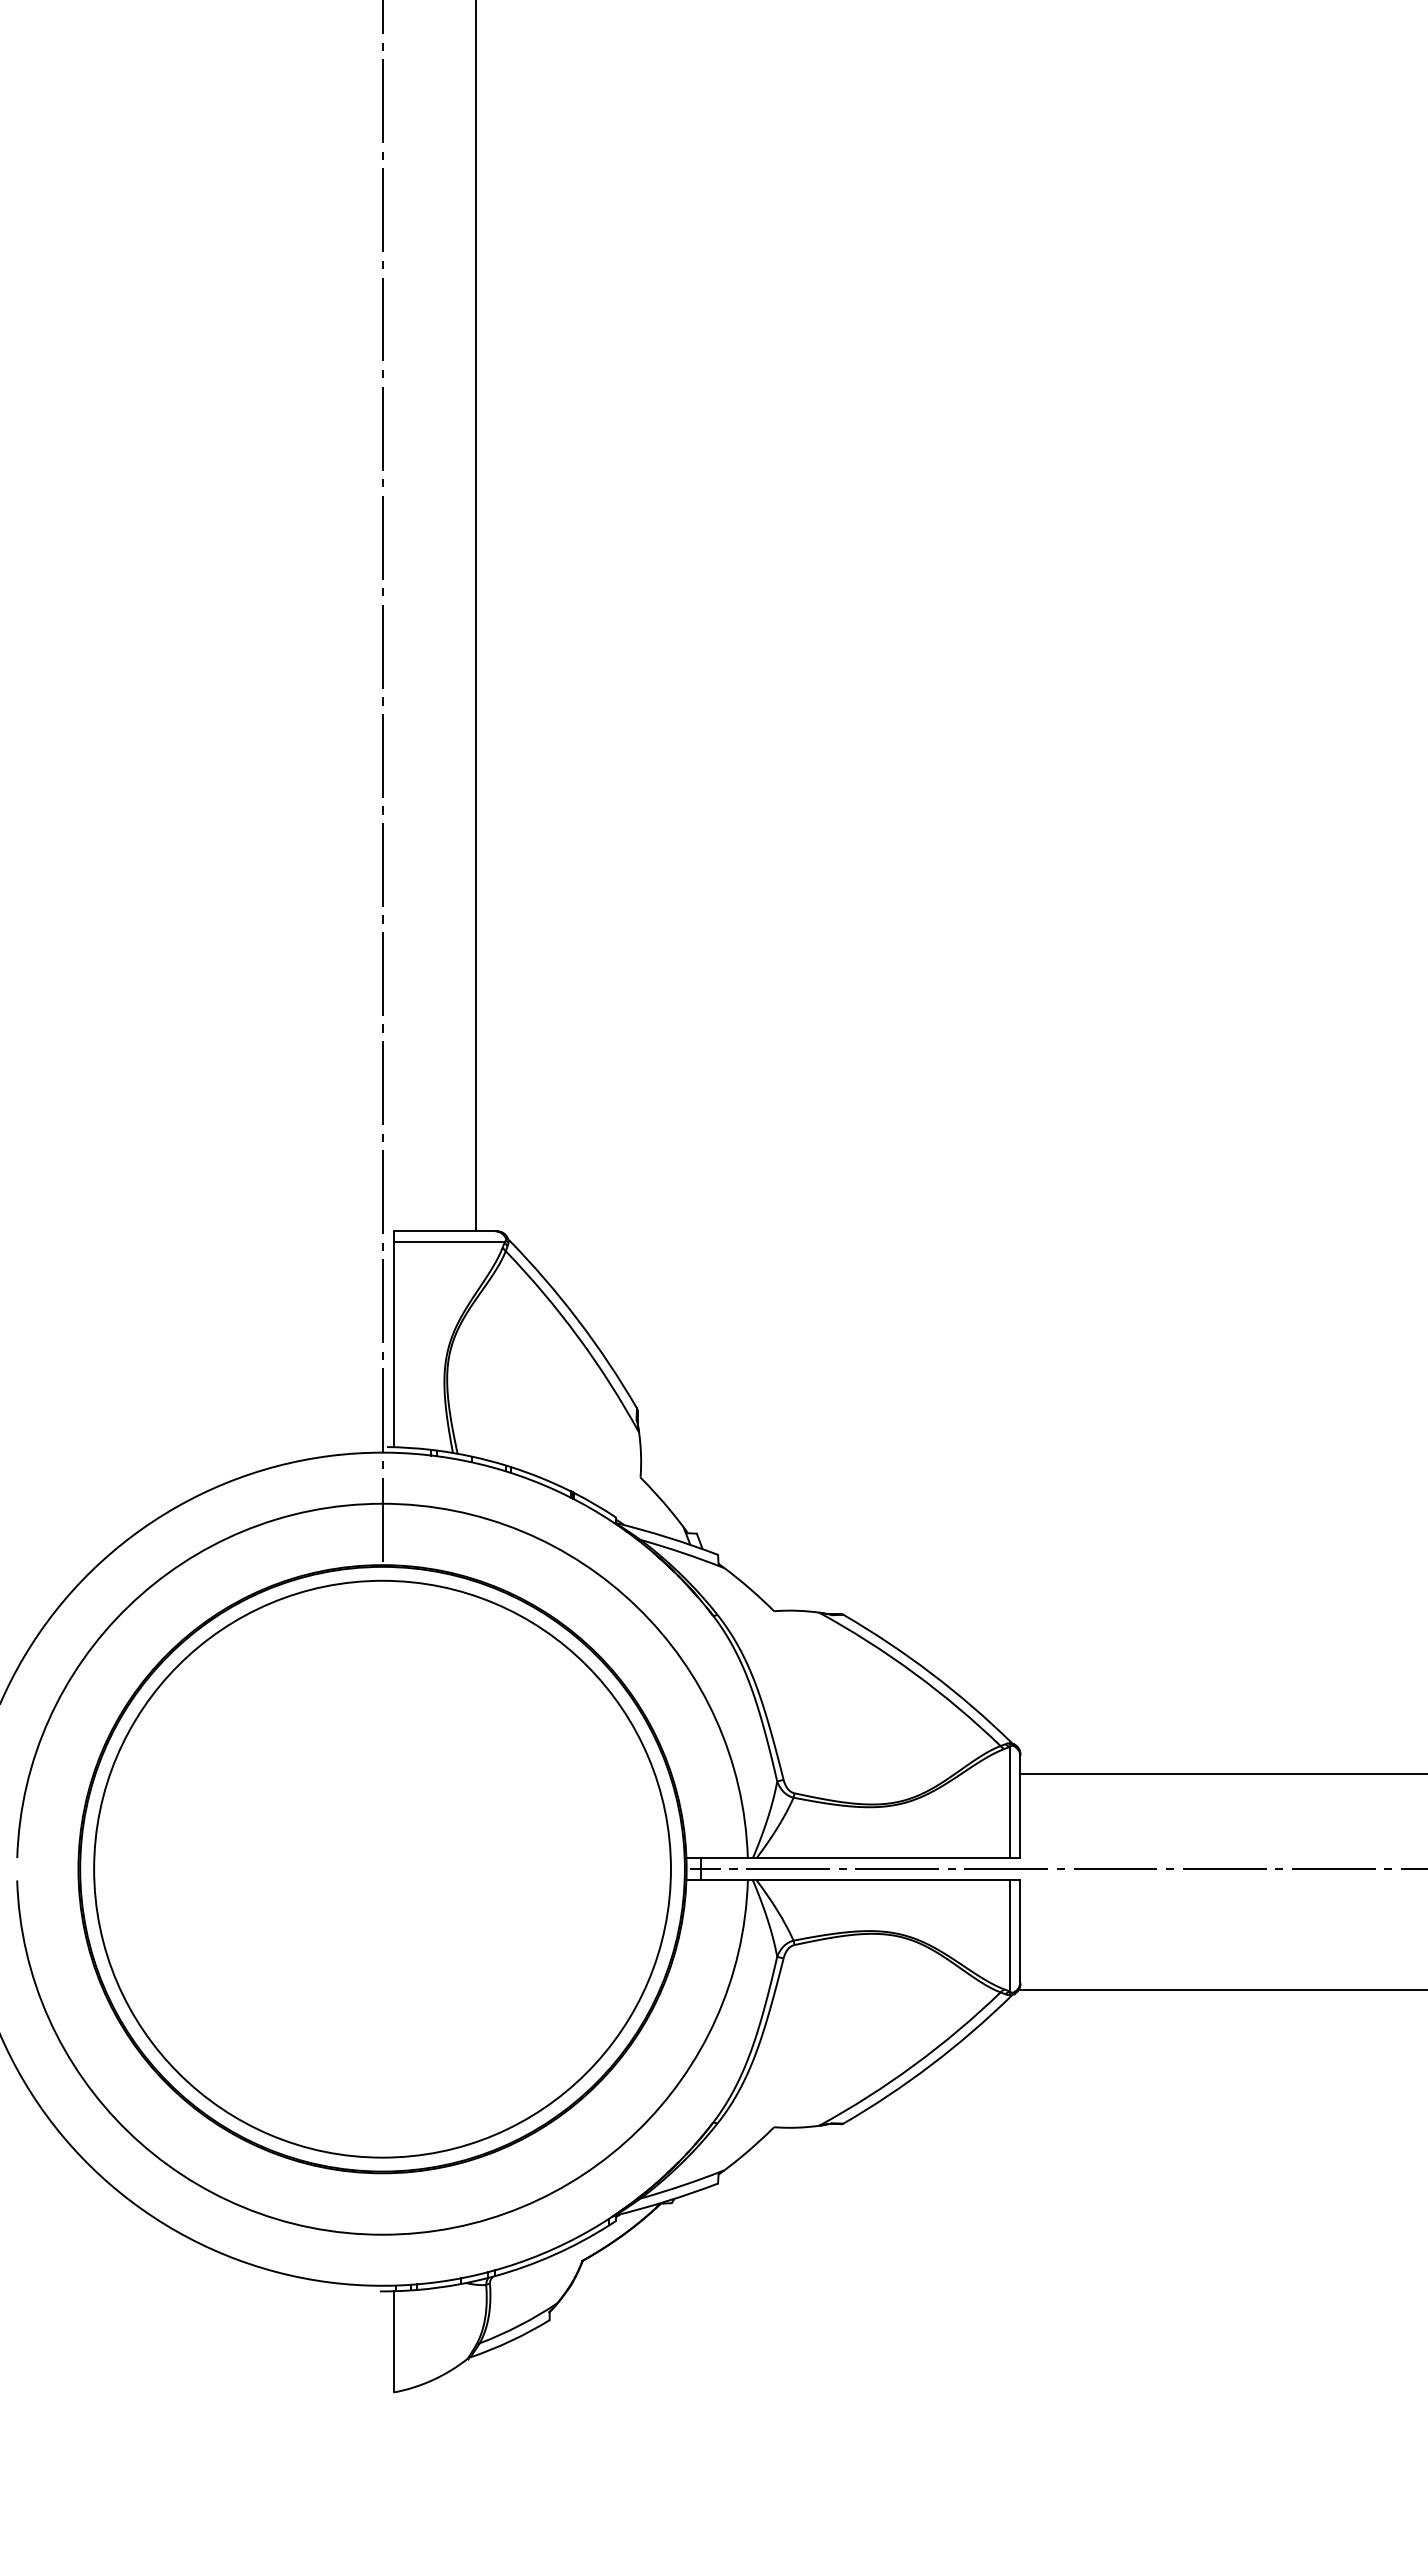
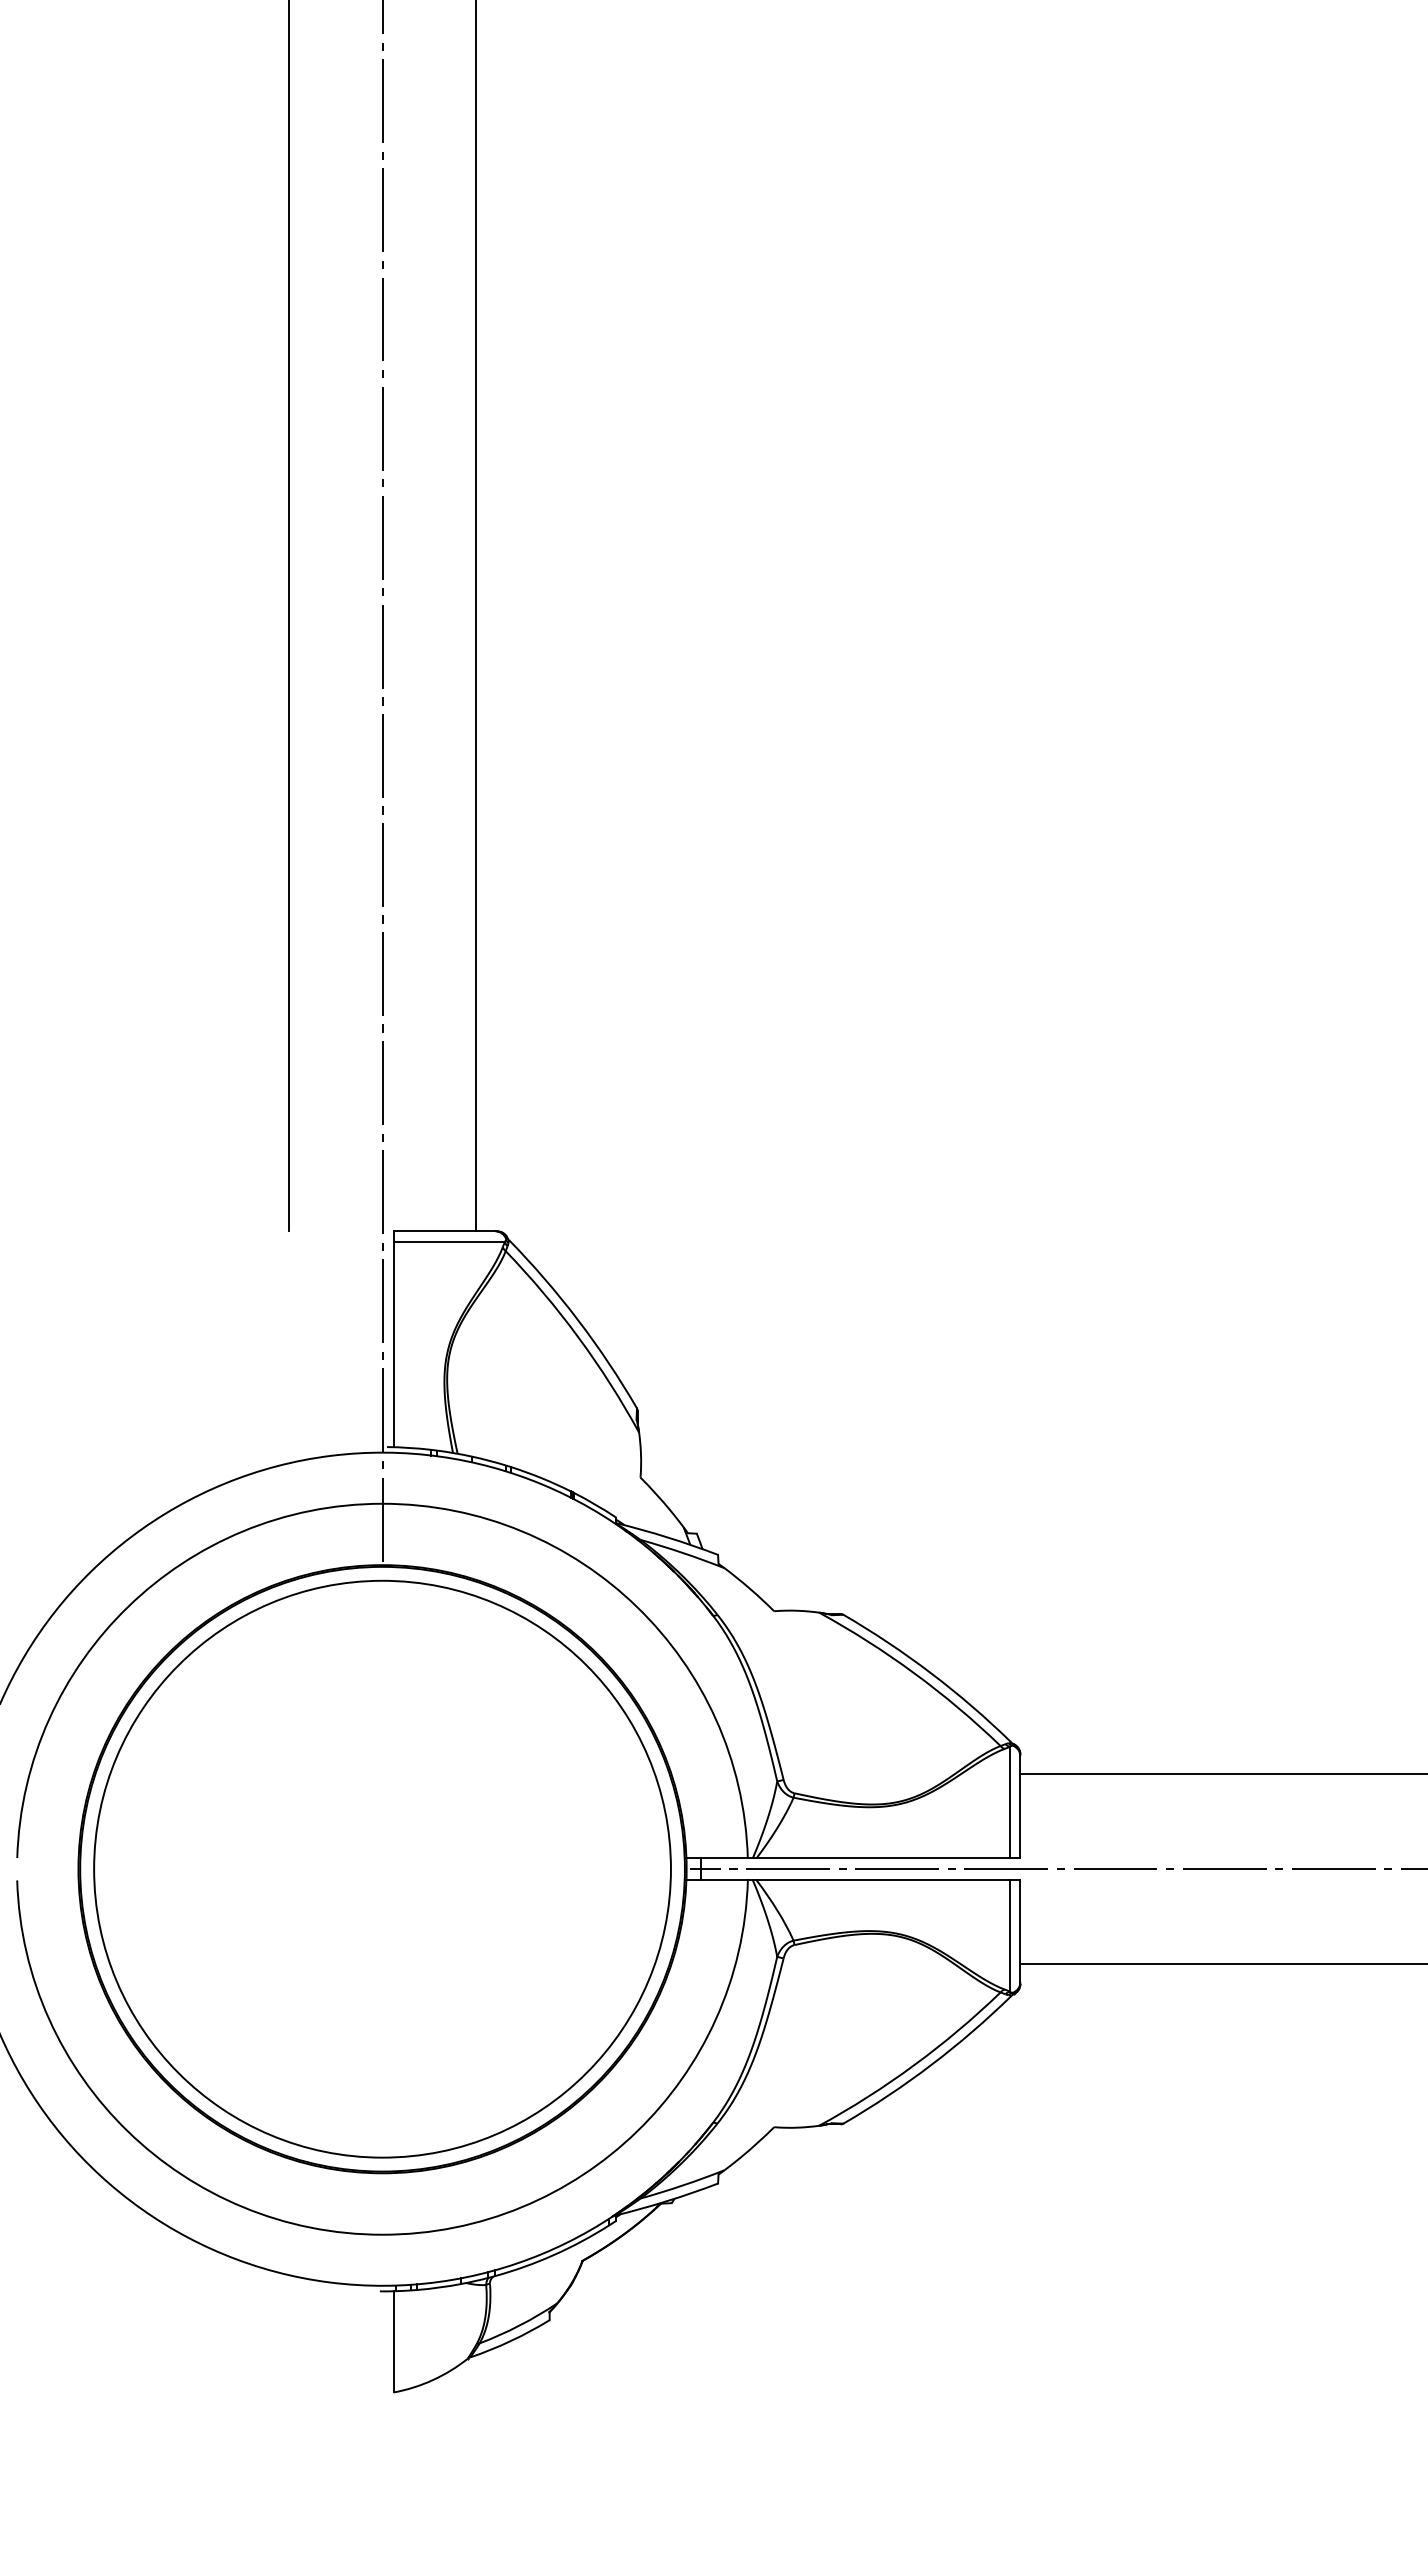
line at (288, 616): none -> present
line at (1222, 1990) position: (1222, 1990) -> (1222, 1964)
